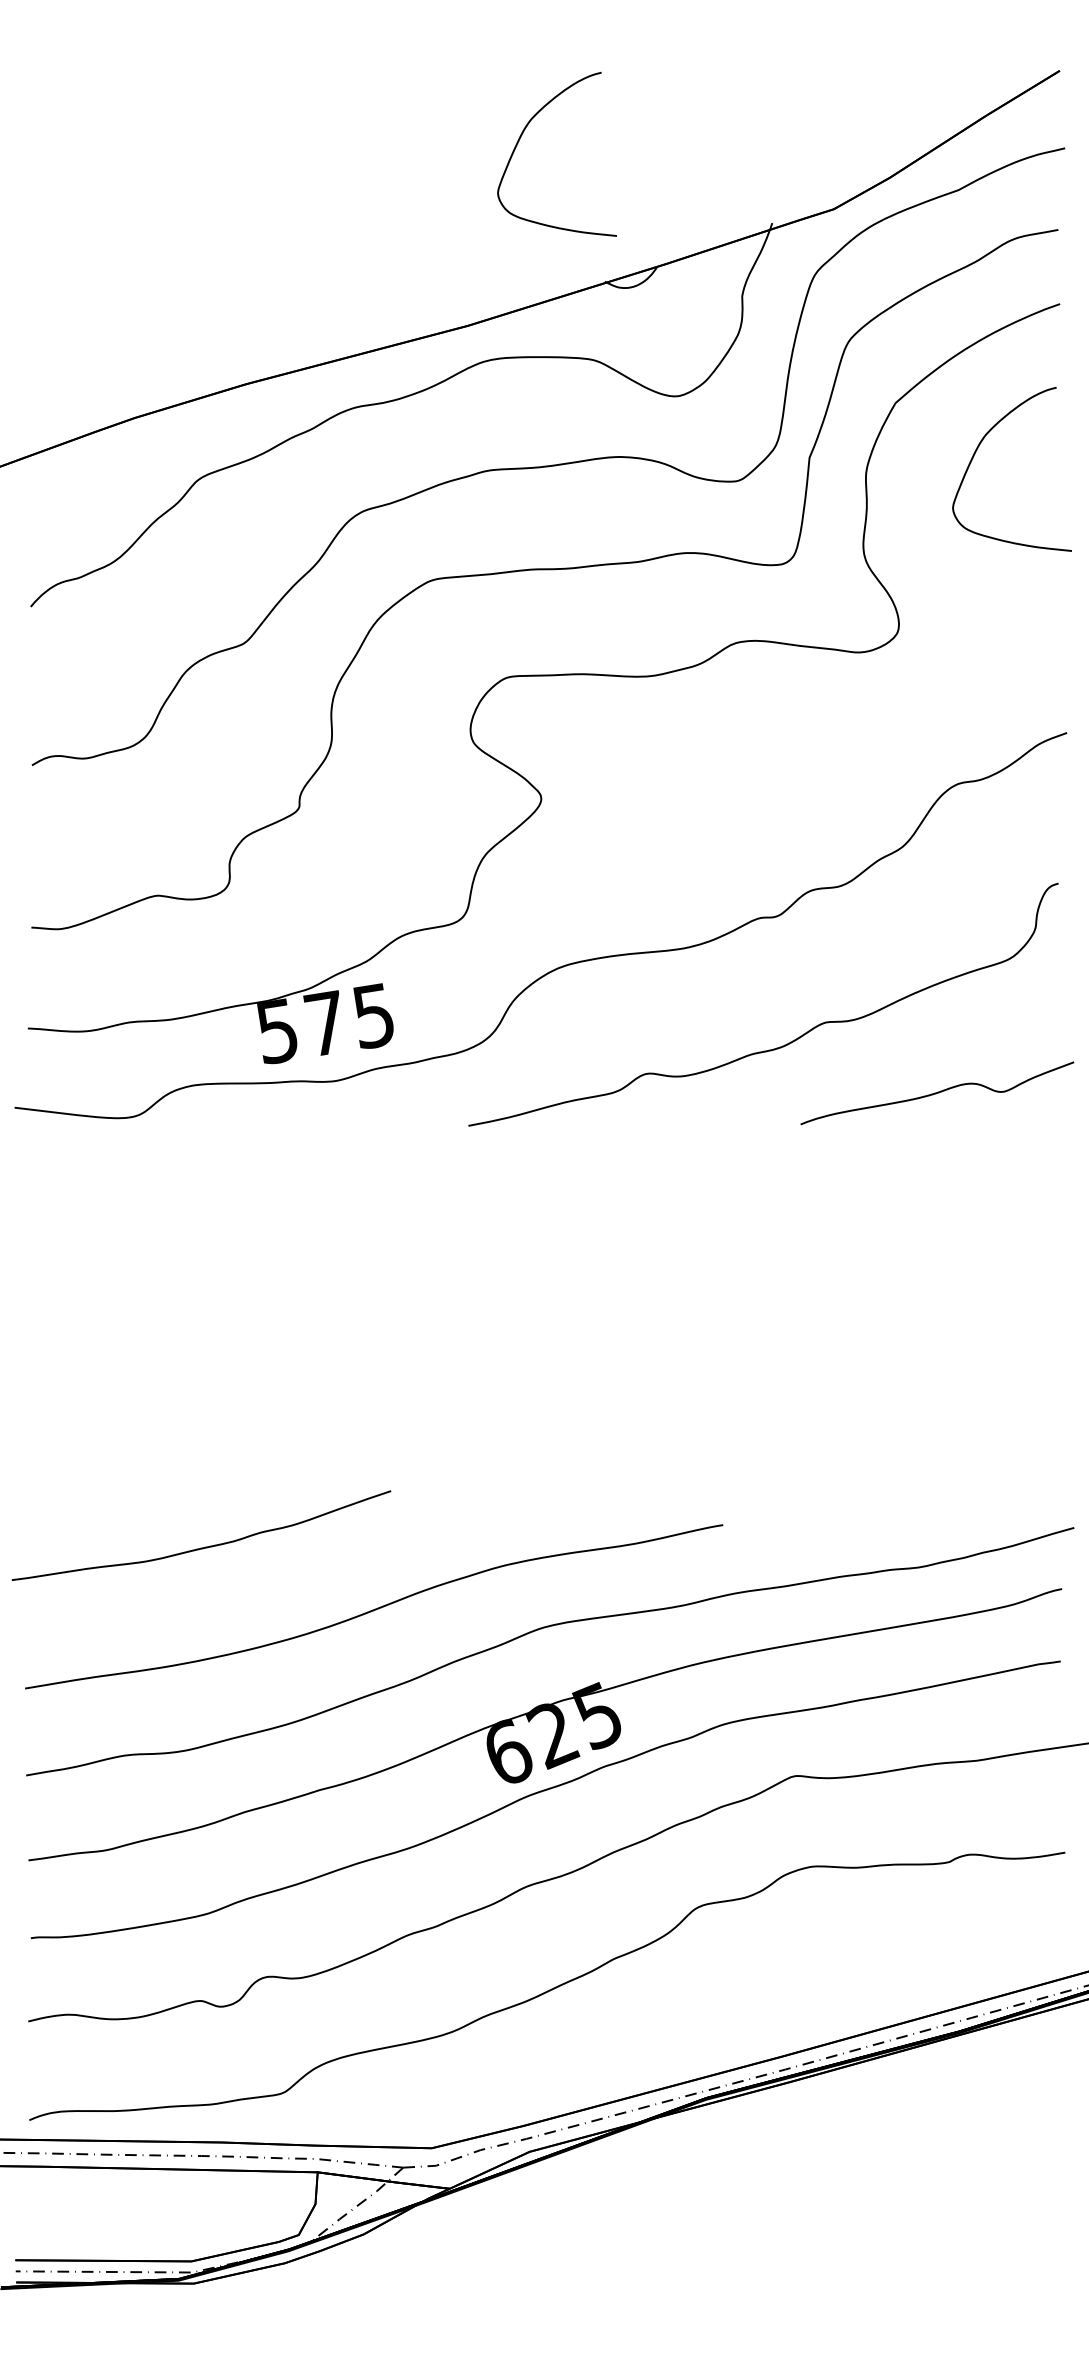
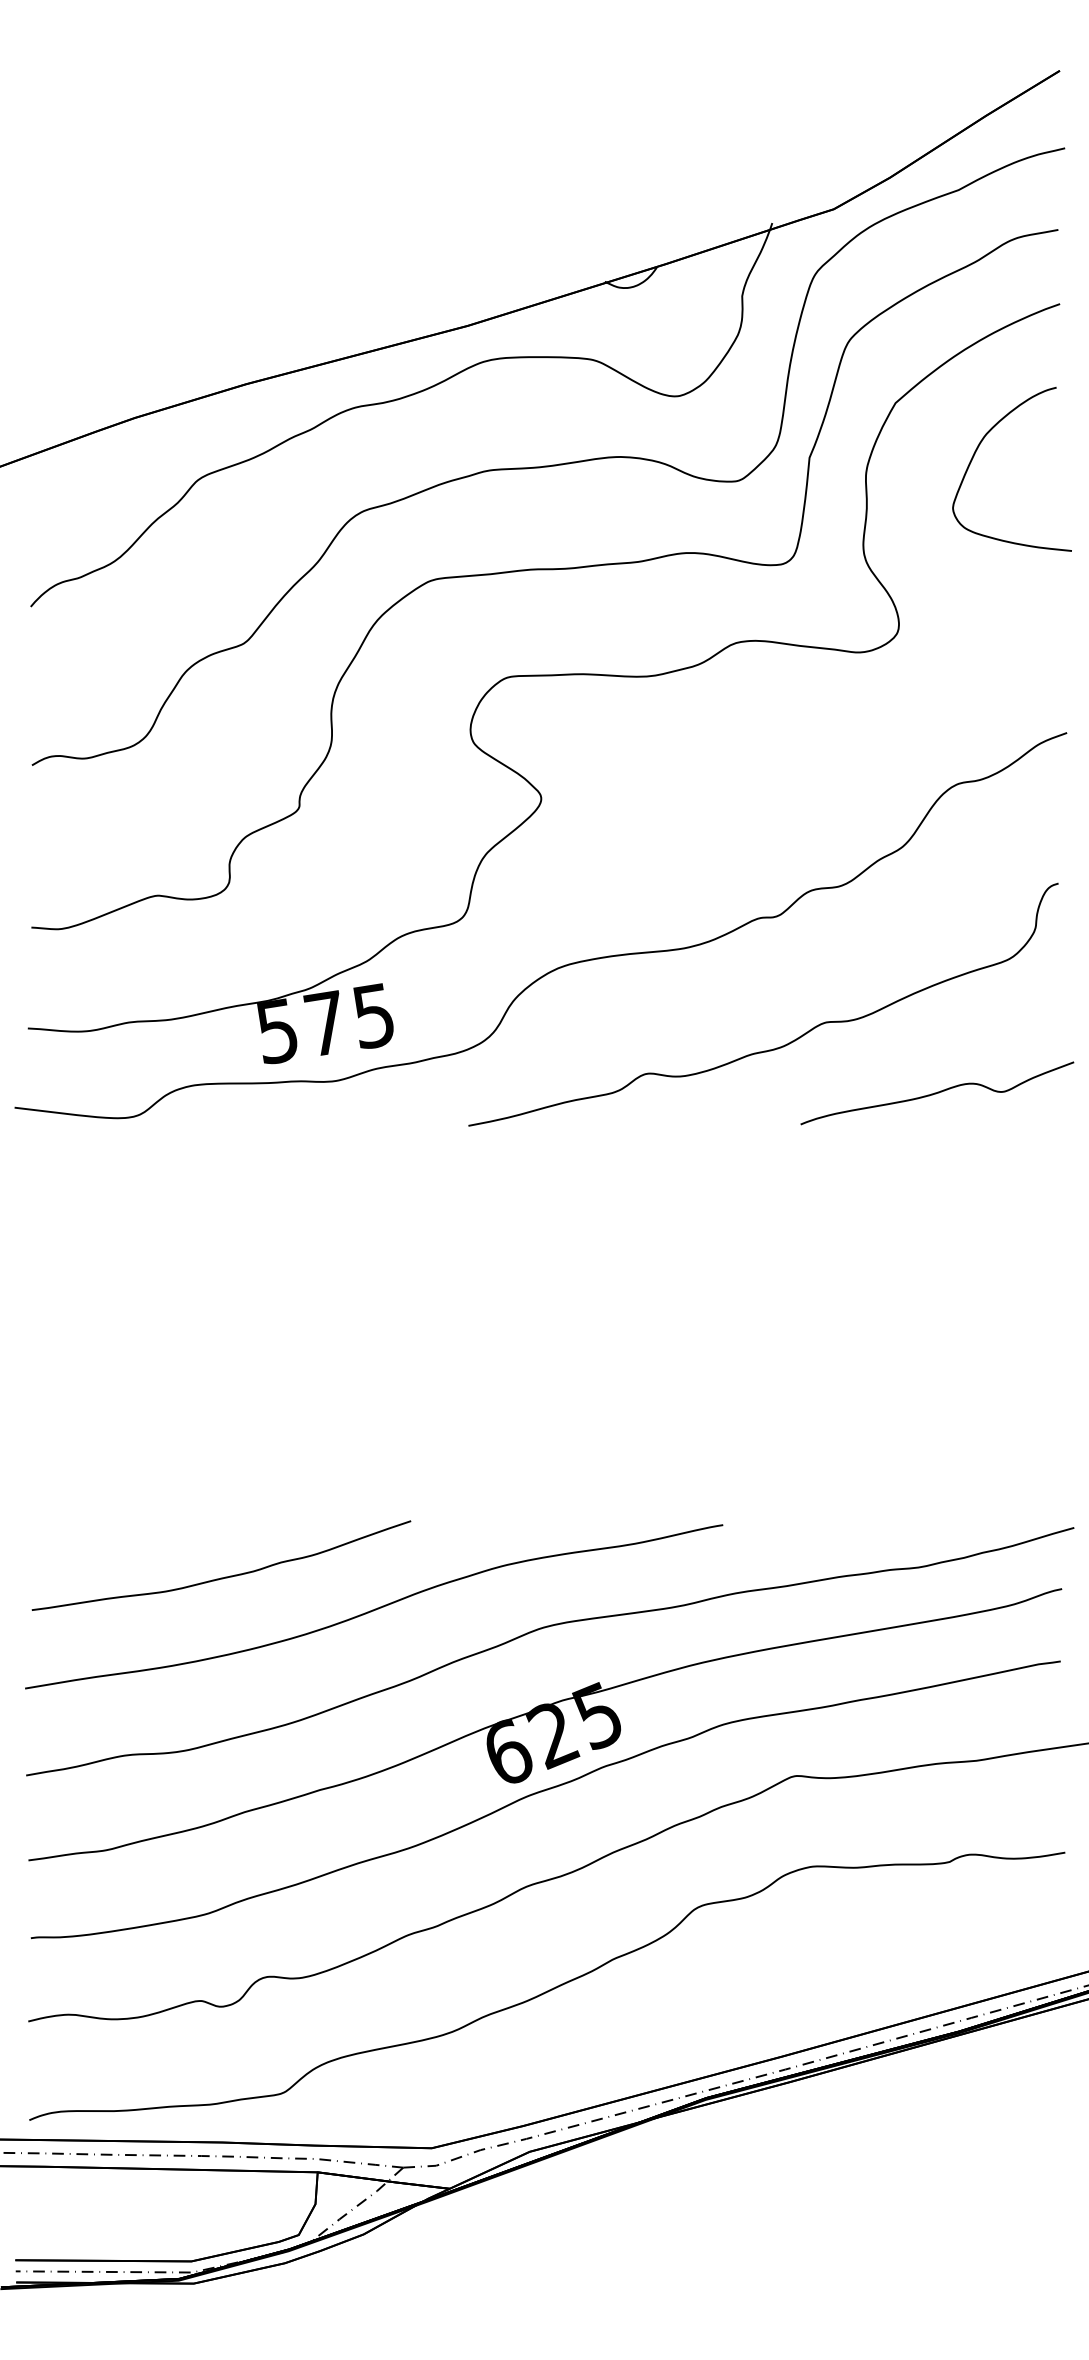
curve at (521, 137): present -> none
curve at (205, 1546) position: (205, 1546) -> (225, 1576)
